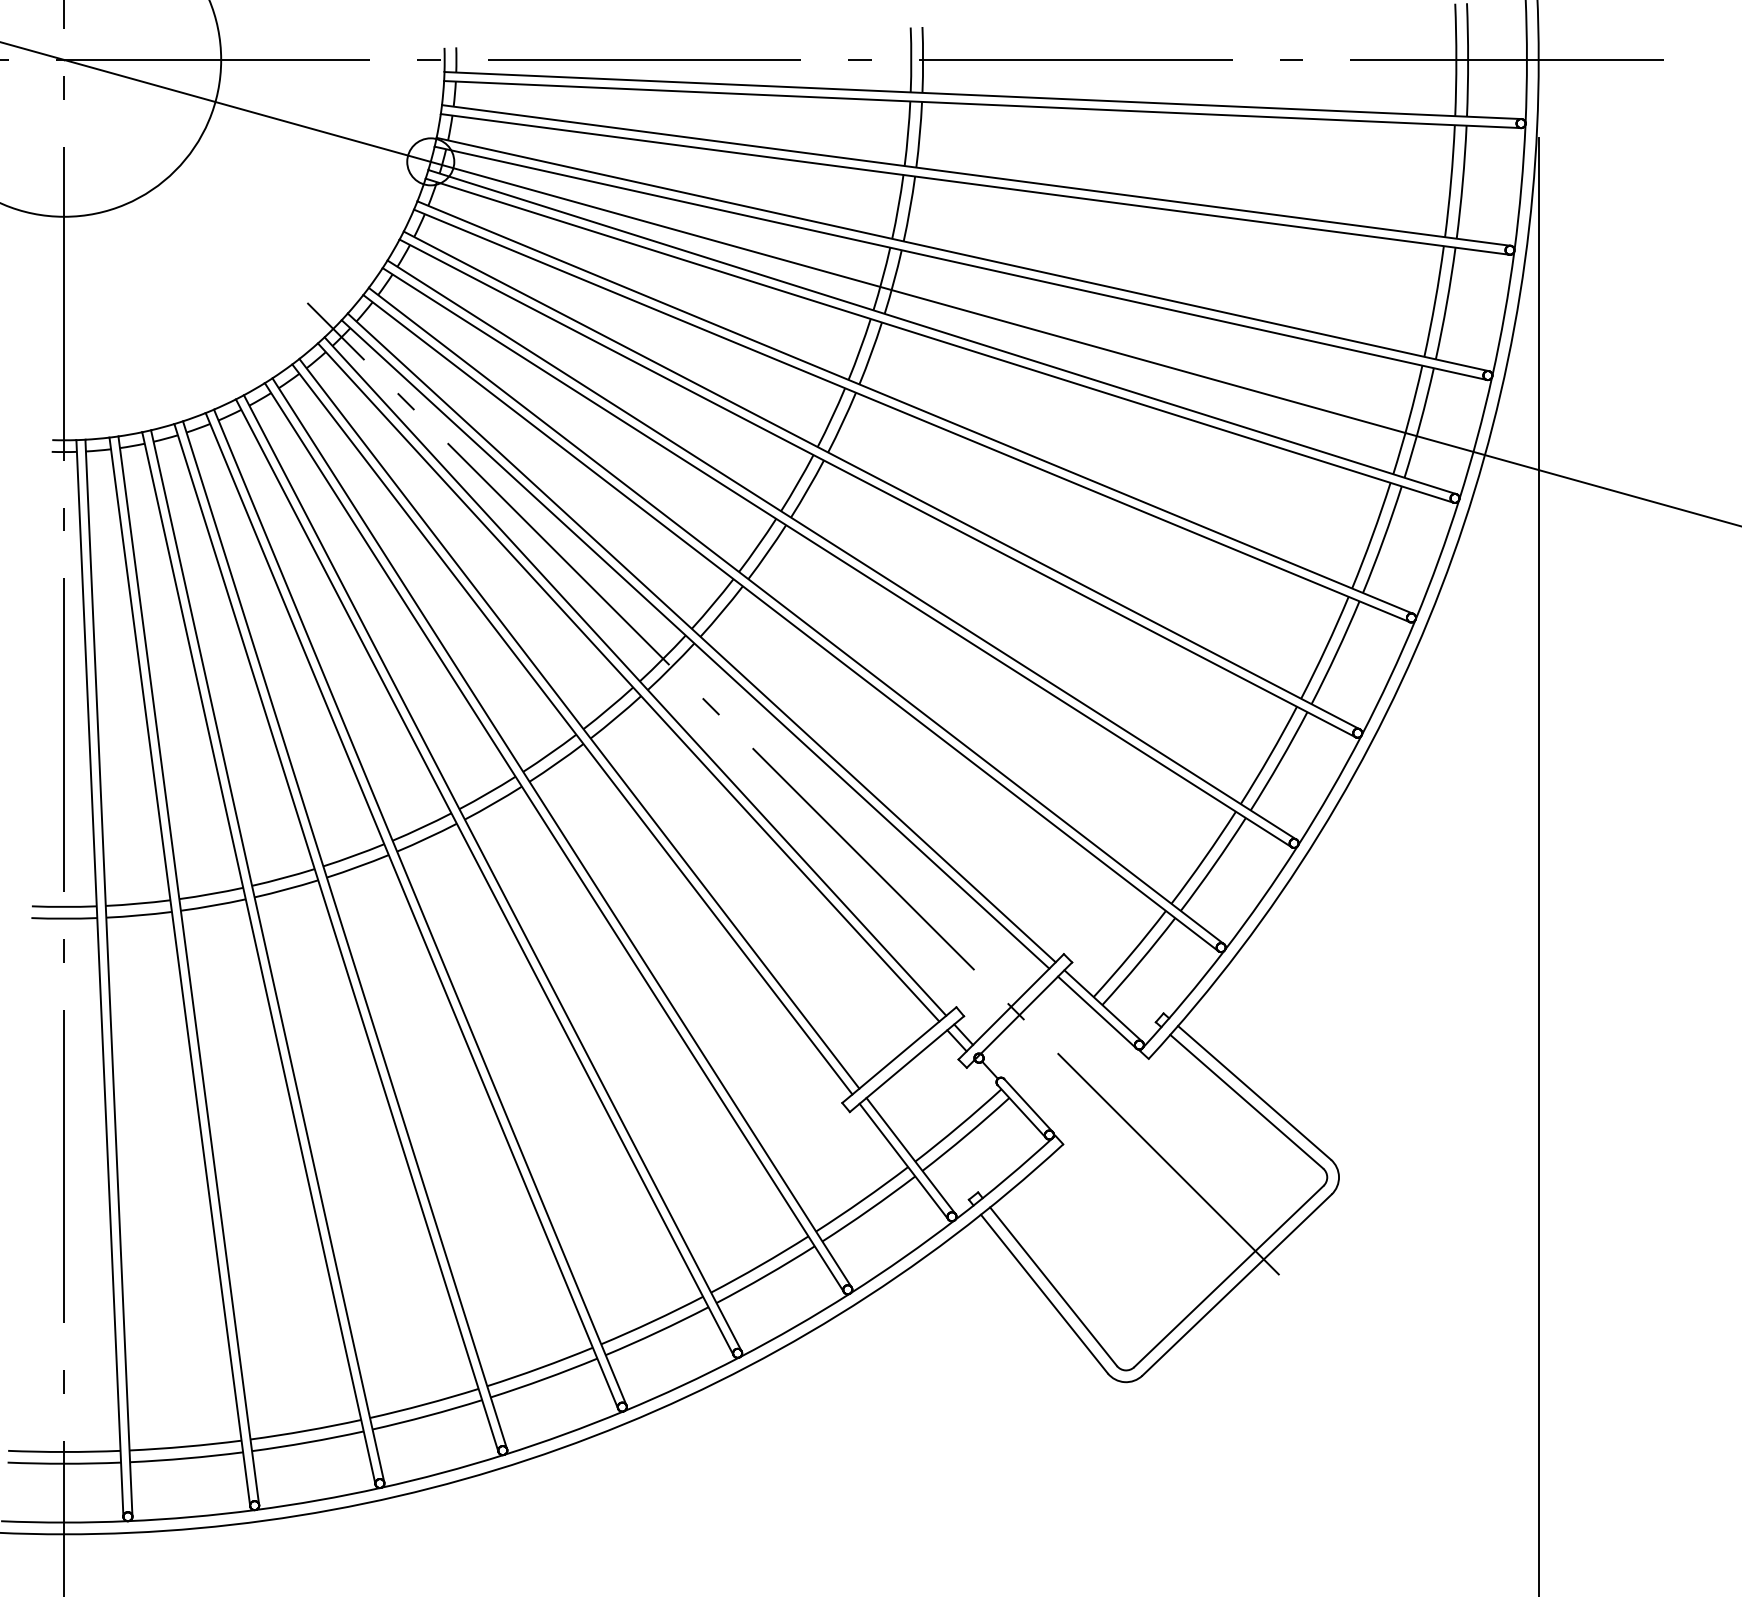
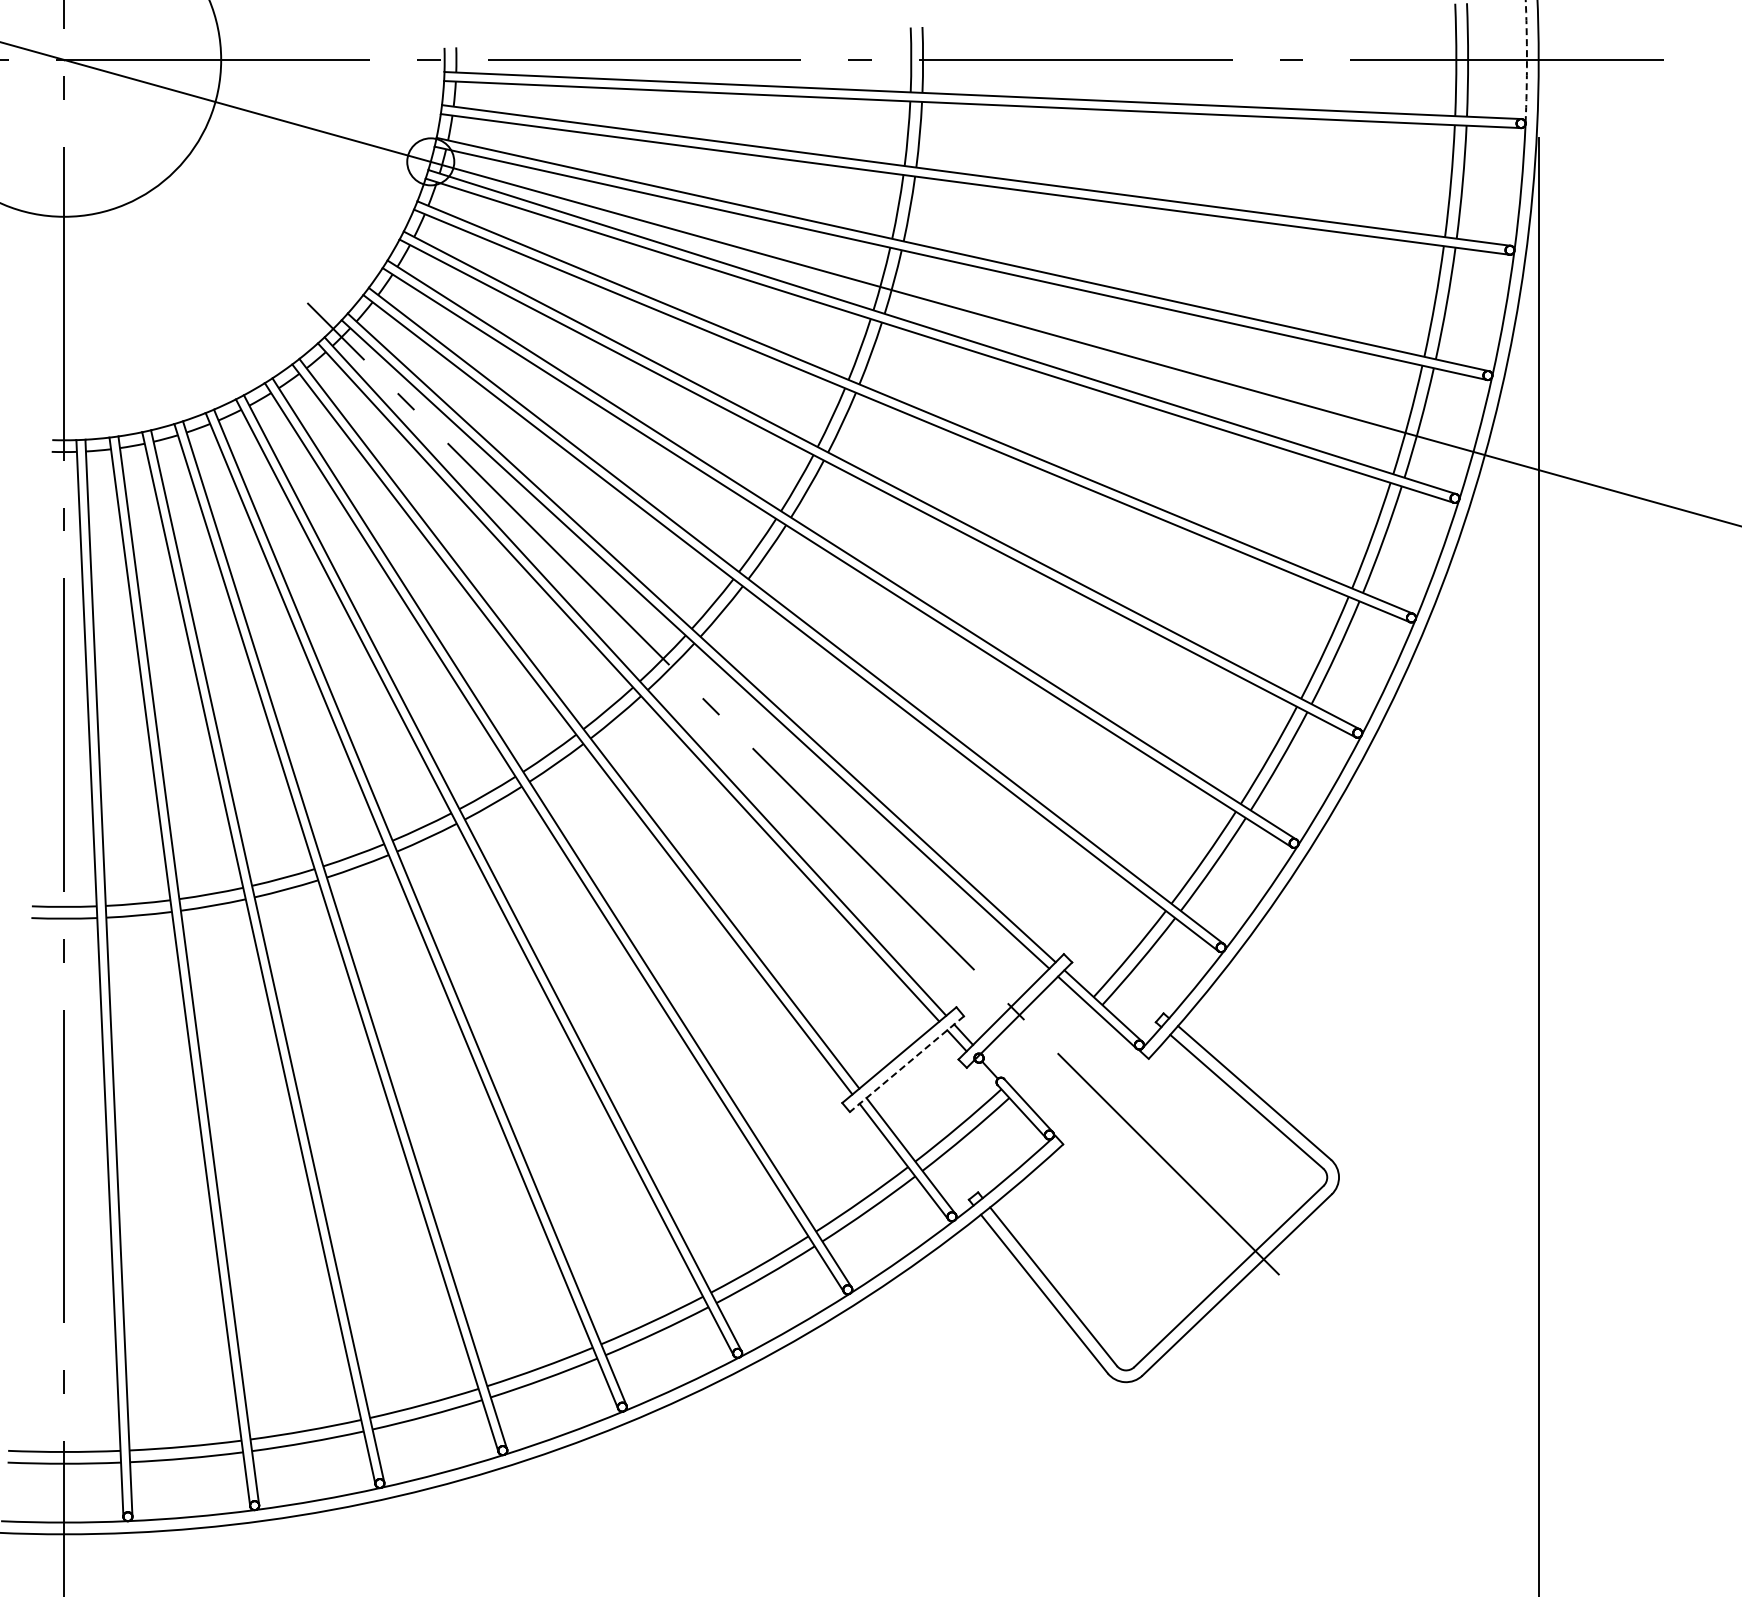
arc at (1526, 60): solid -> dashed
line at (906, 1064): solid -> dashed
